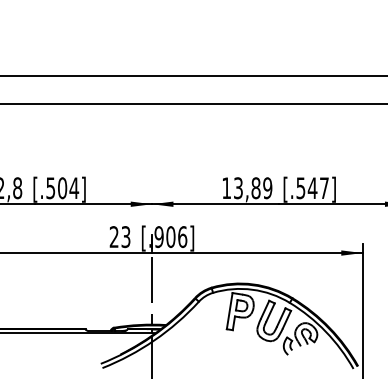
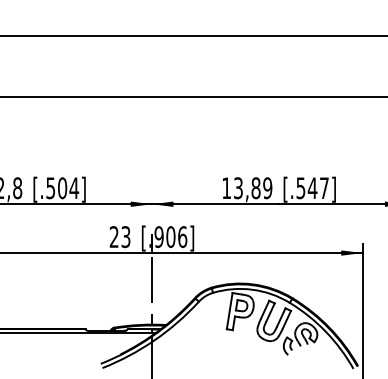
line at (193, 75) position: (193, 75) -> (193, 35)
line at (193, 103) position: (193, 103) -> (193, 96)
